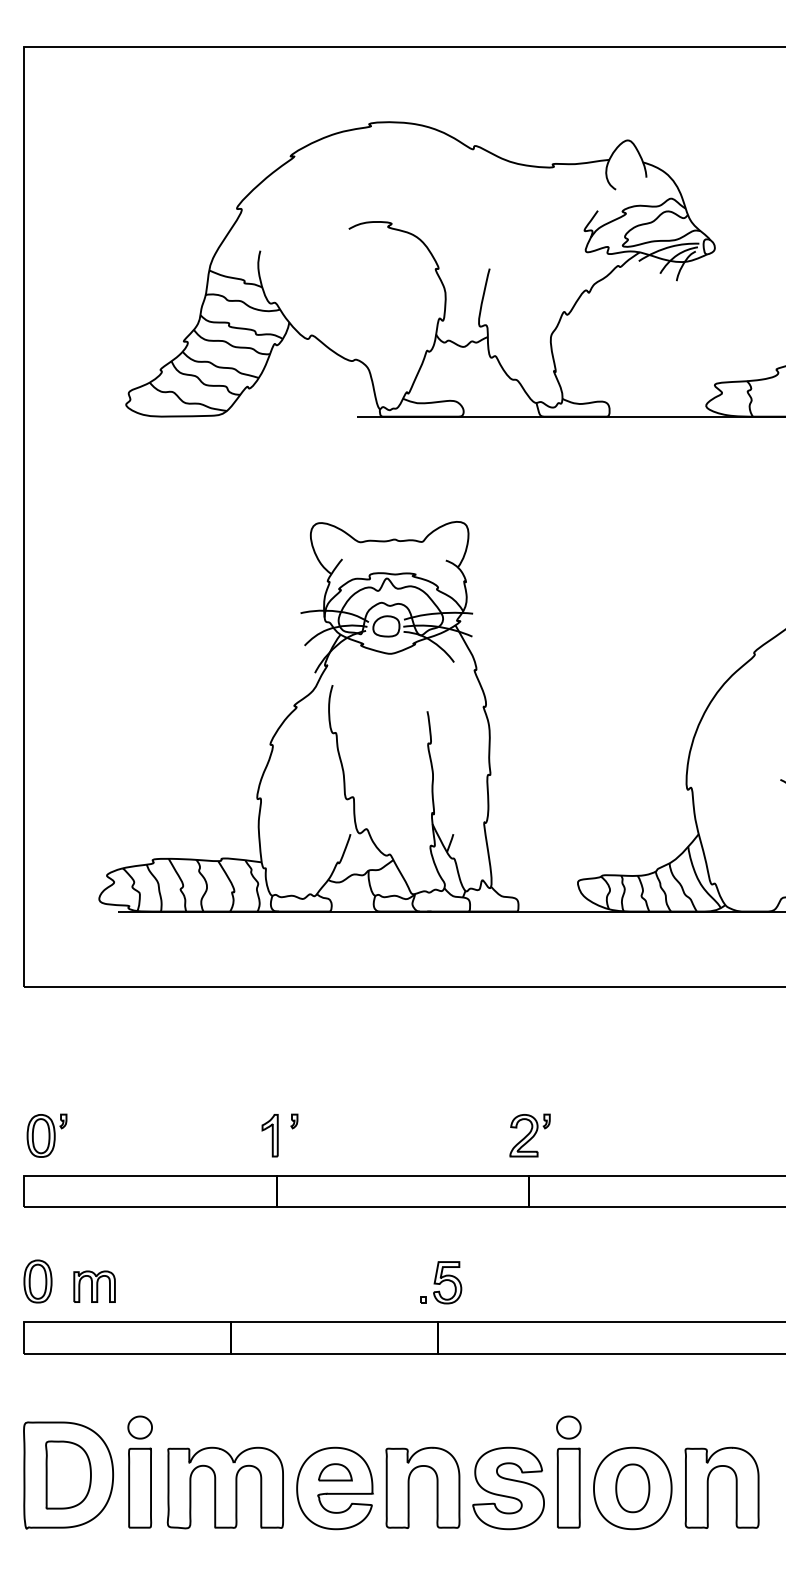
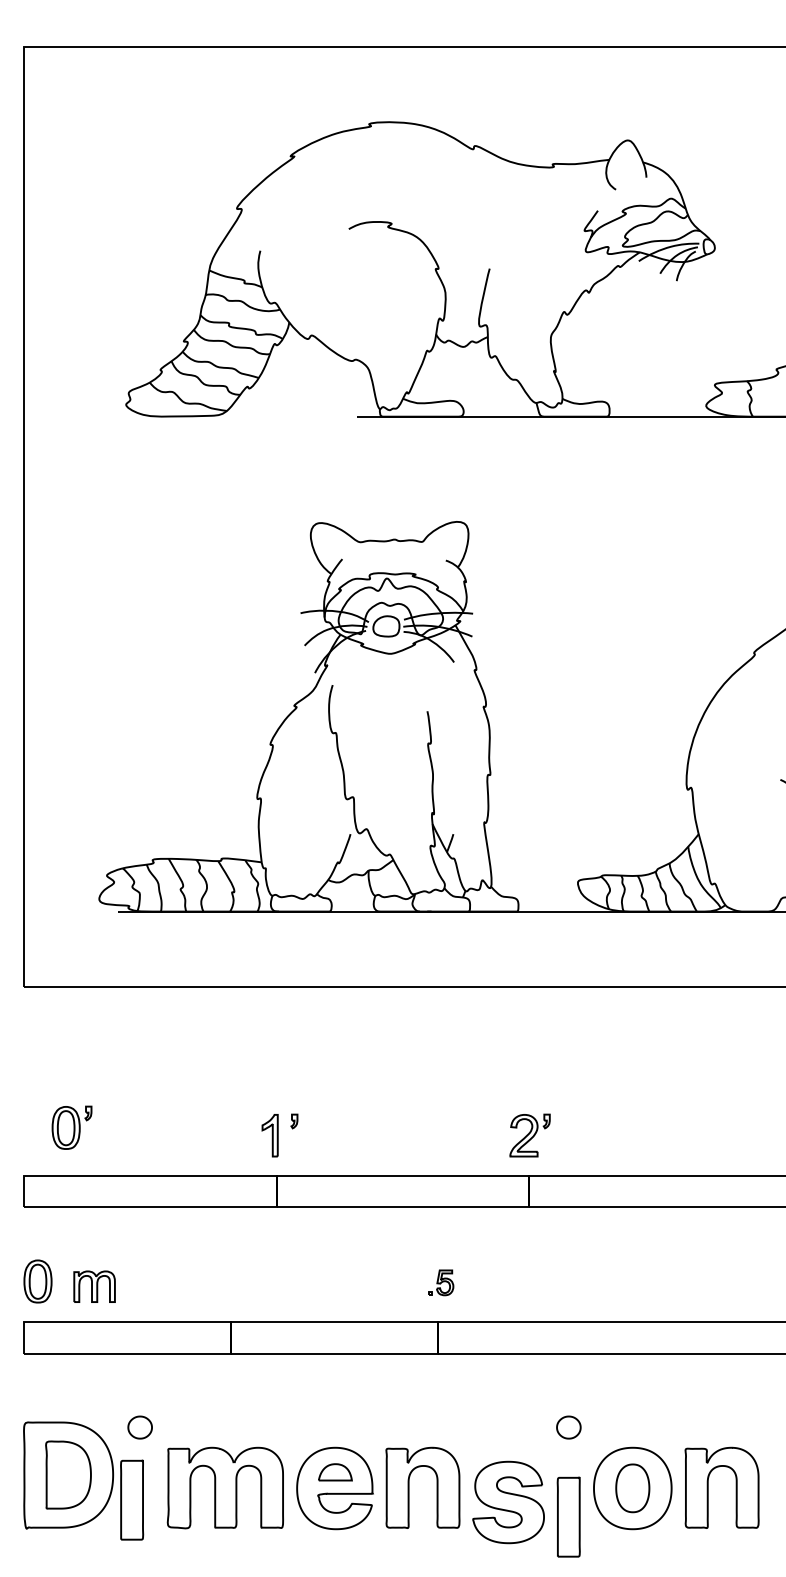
part at (46, 1135) position: (46, 1135) -> (71, 1127)
part at (441, 1282) size: 43x44 px -> 27x28 px
part at (140, 1487) position: (140, 1487) -> (132, 1499)
part at (568, 1487) position: (568, 1487) -> (568, 1516)
part at (508, 1488) position: (508, 1488) -> (508, 1502)
